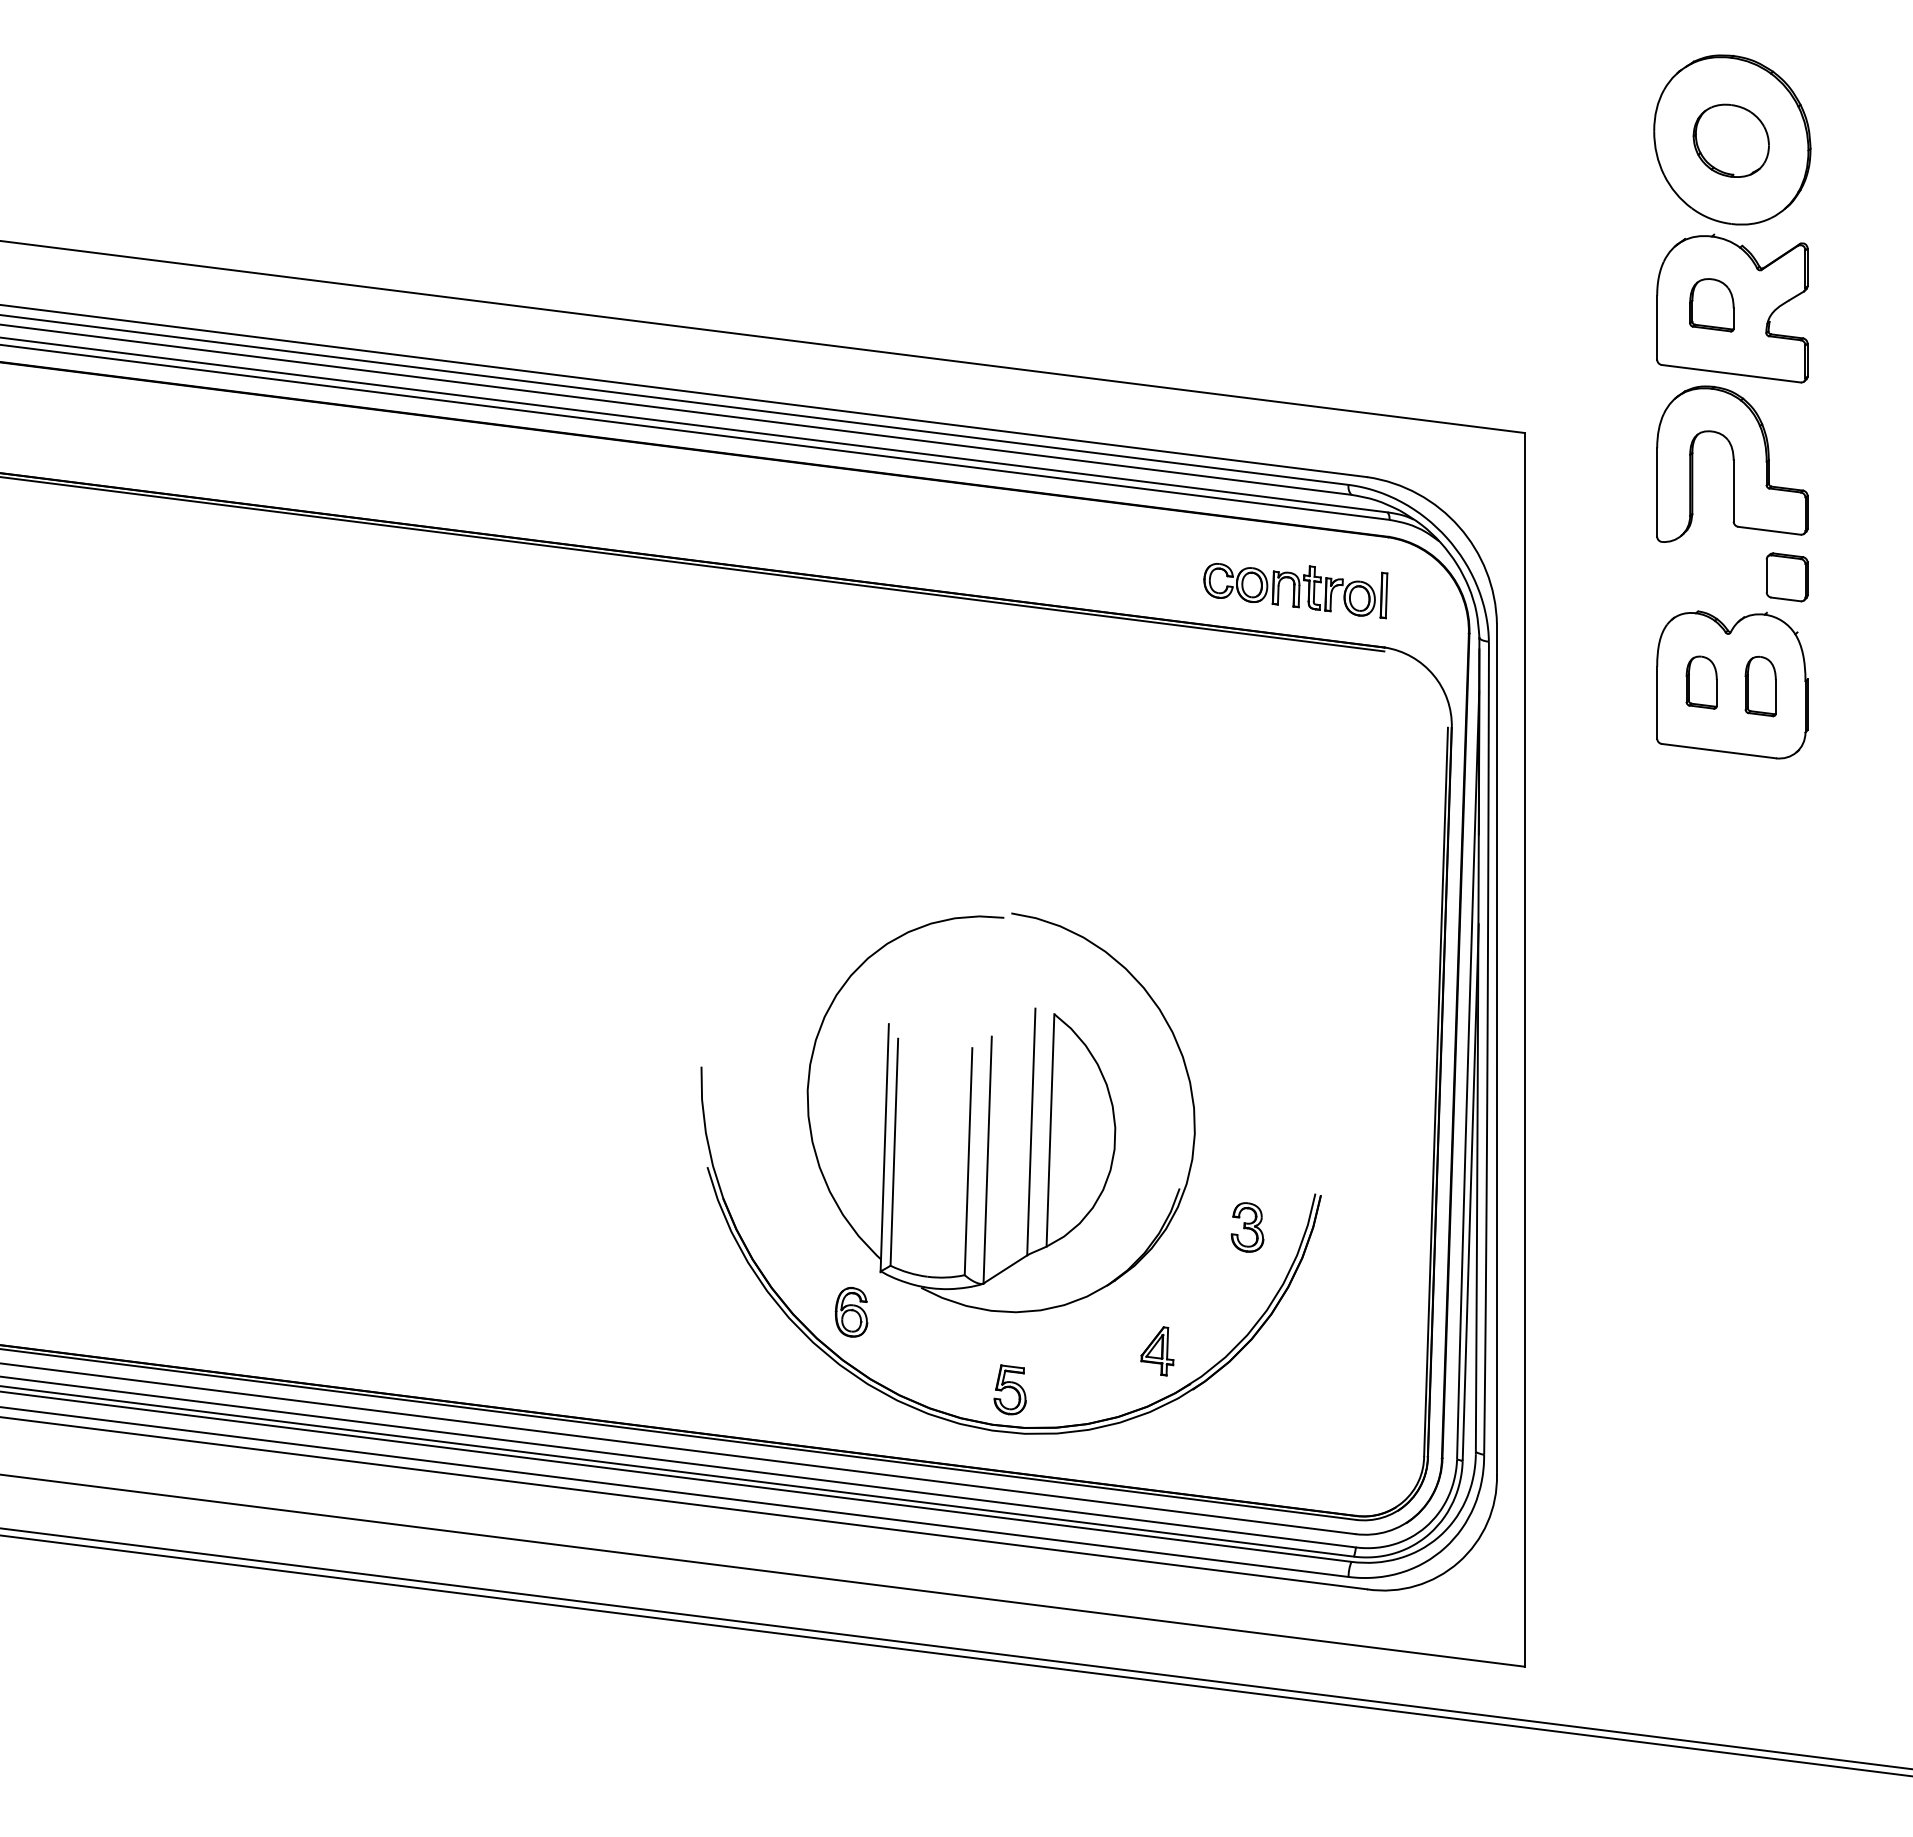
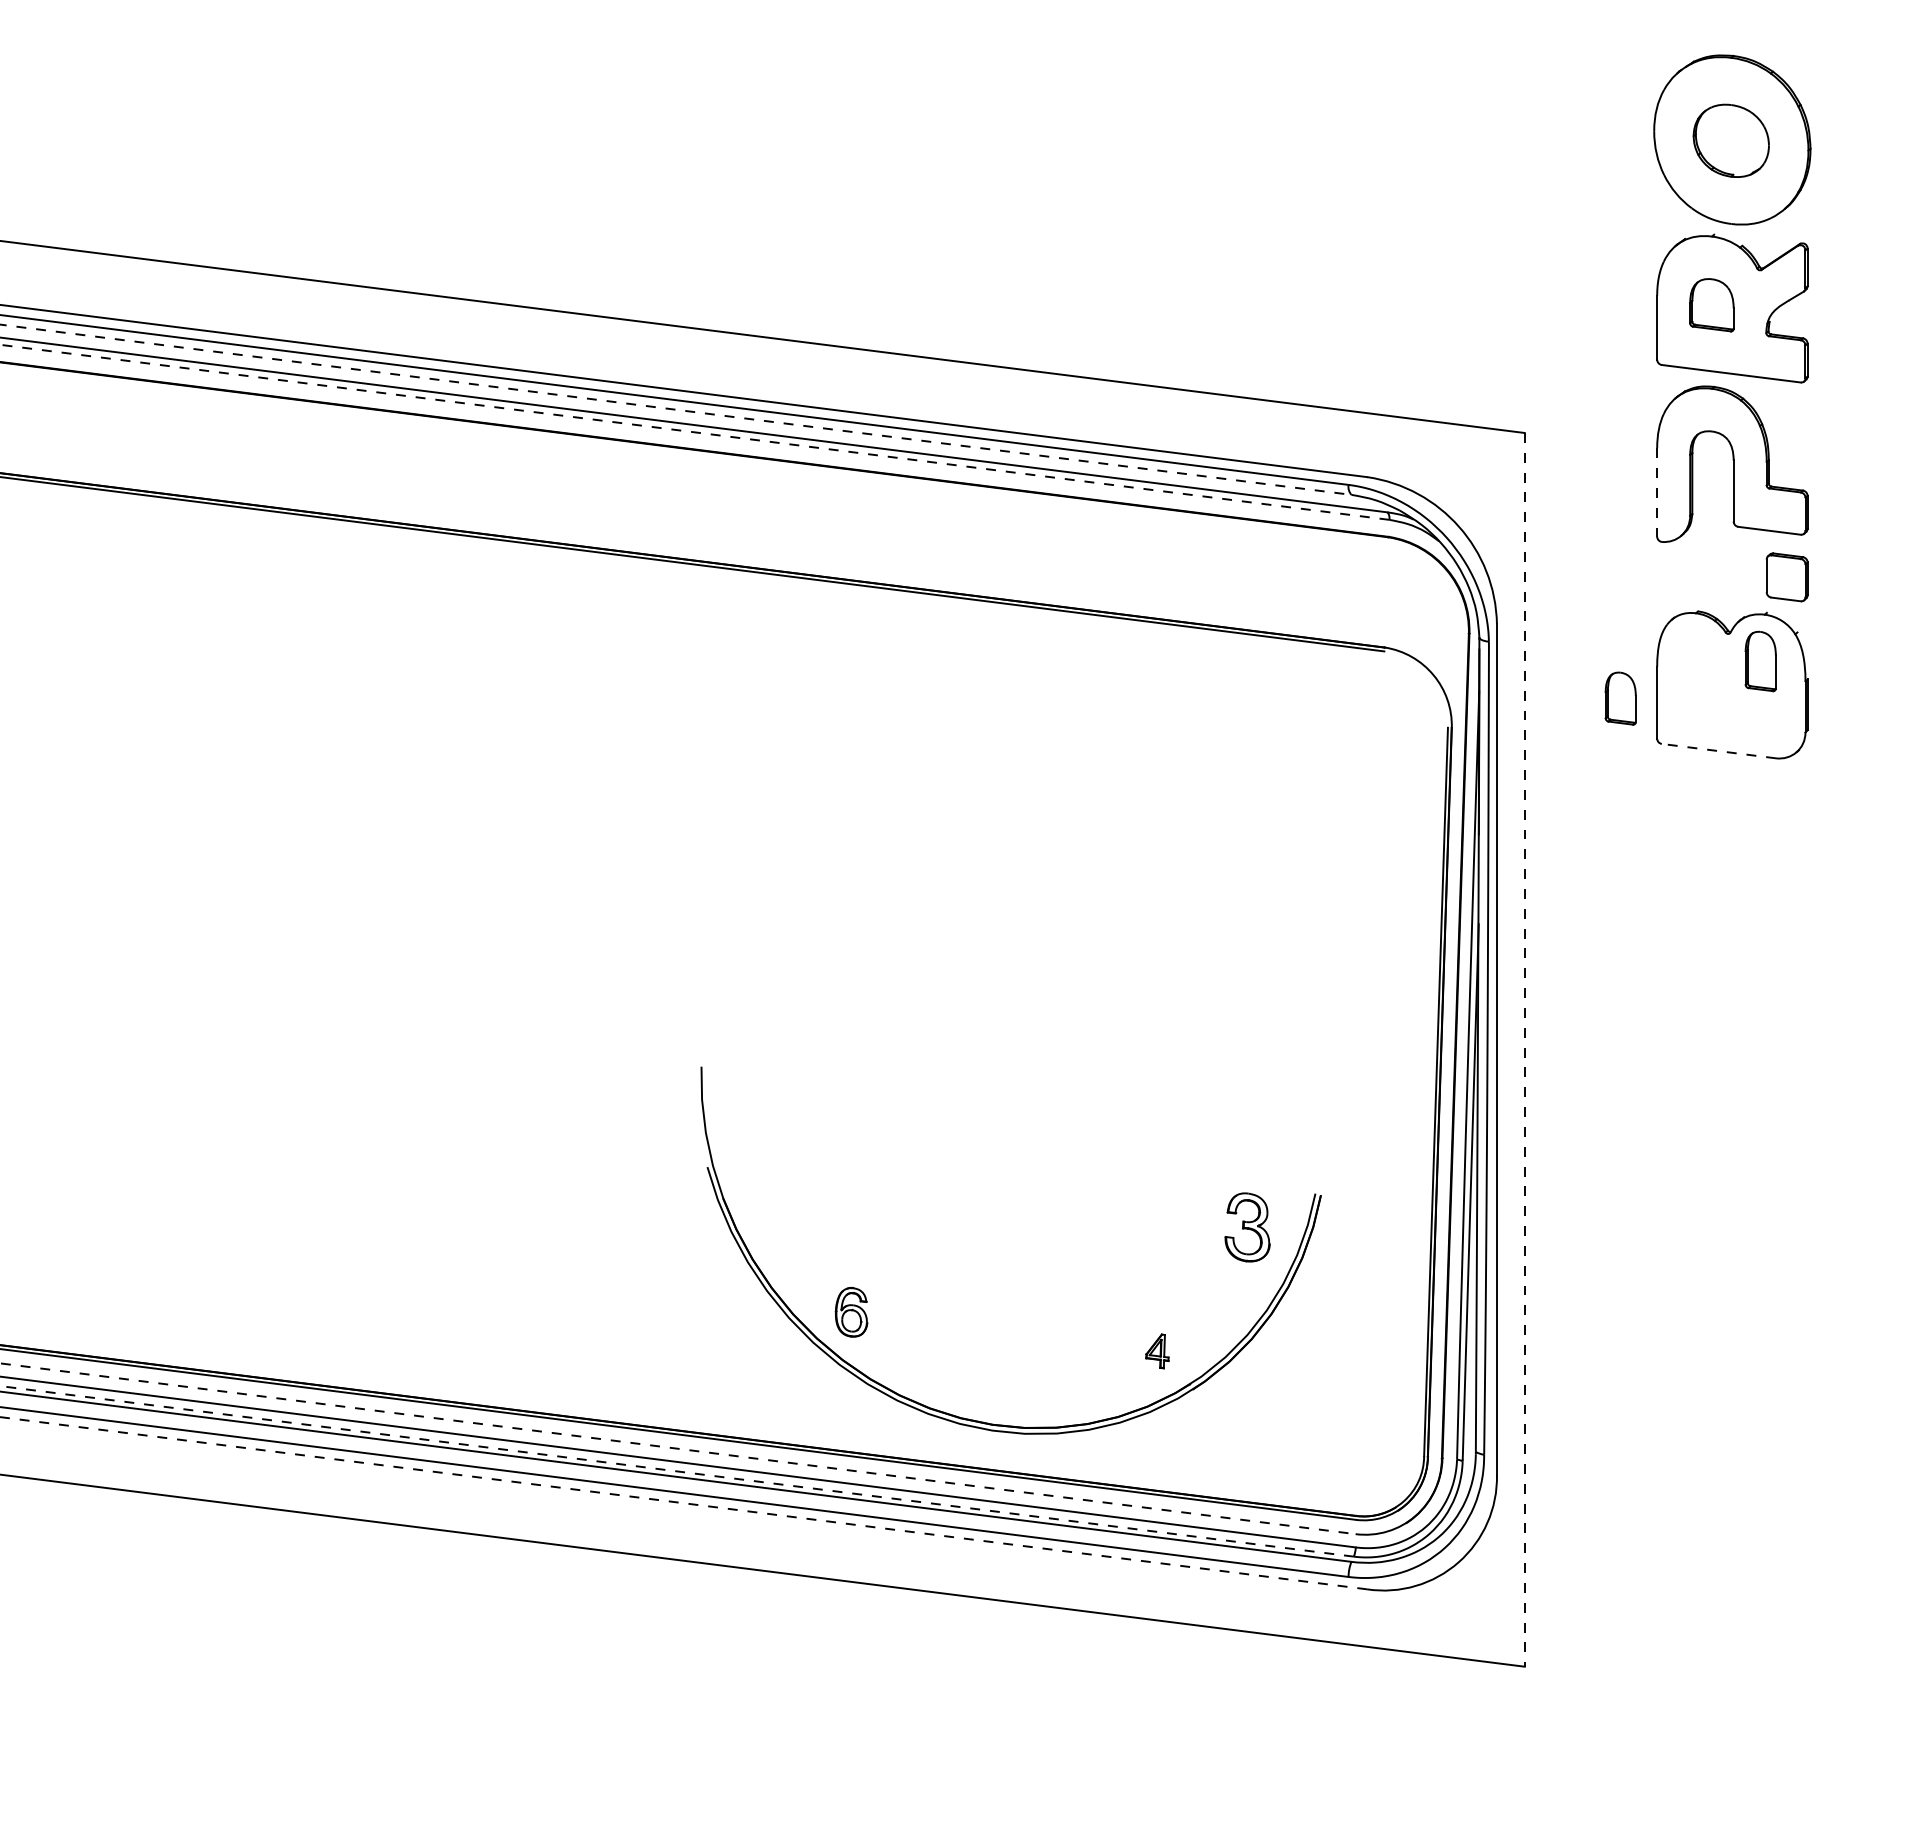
line at (675, 409): solid -> dashed
line at (695, 432): solid -> dashed
line at (1657, 493): solid -> dashed
part at (1295, 591): present -> none
part at (1701, 682) position: (1701, 682) -> (1620, 698)
part at (1760, 686) position: (1760, 686) -> (1760, 661)
line at (1718, 751): solid -> dashed
line at (1524, 1049): solid -> dashed
part at (990, 1112): present -> none
part at (1247, 1227) size: 35x51 px -> 47x71 px
part at (1157, 1351) size: 35x51 px -> 25x37 px
part at (1009, 1389): present -> none
line at (678, 1448): solid -> dashed
line at (677, 1471): solid -> dashed
line at (683, 1503): solid -> dashed
line at (955, 1648): present -> none
line at (955, 1655): present -> none
